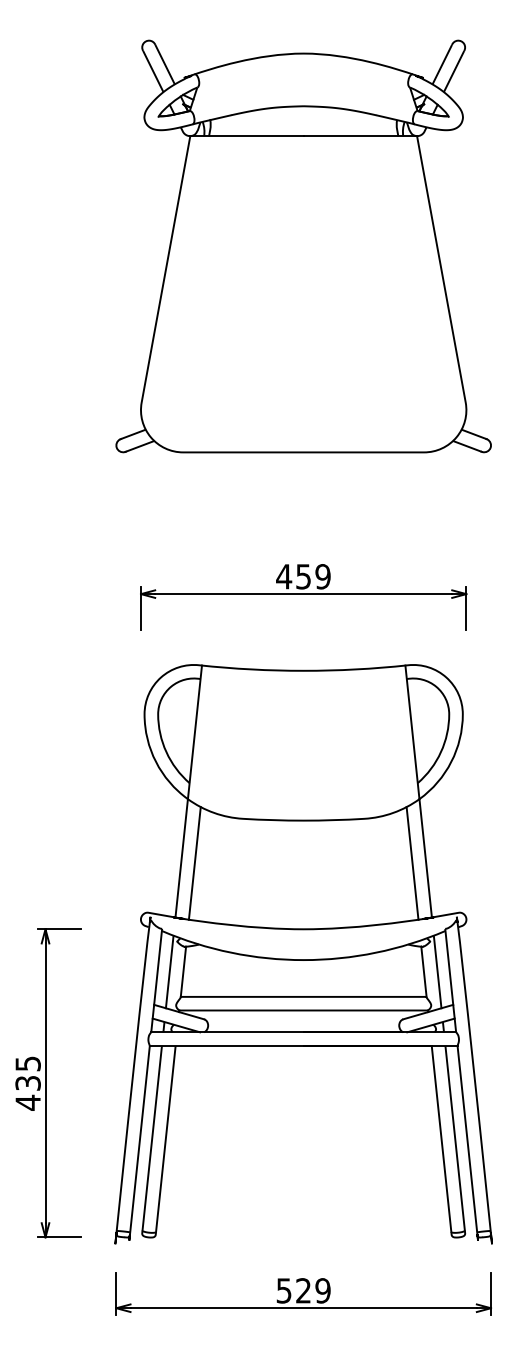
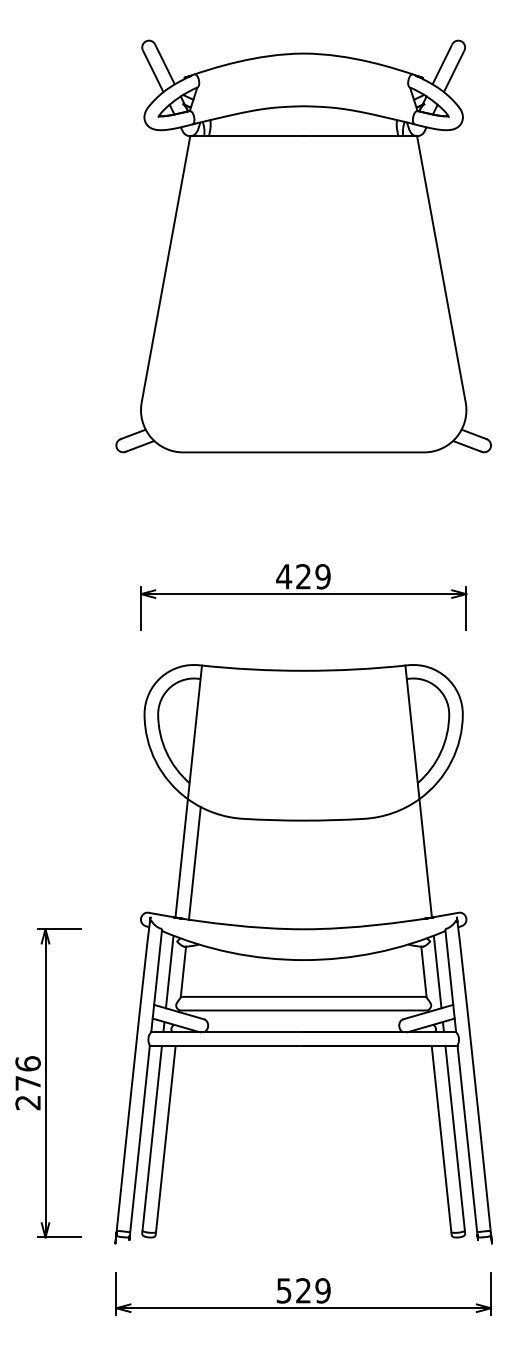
text at (303, 576): 459 -> 429
line at (412, 863): present -> none
text at (27, 1083): 435 -> 276
